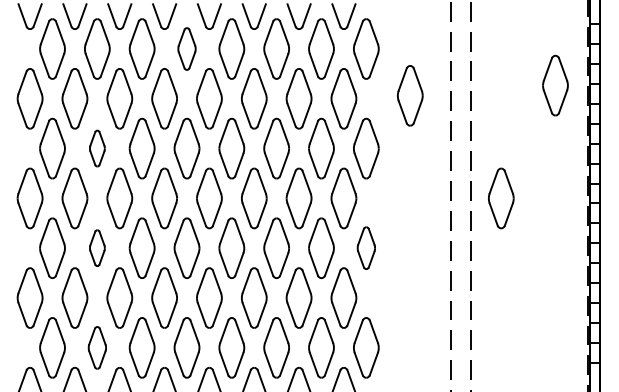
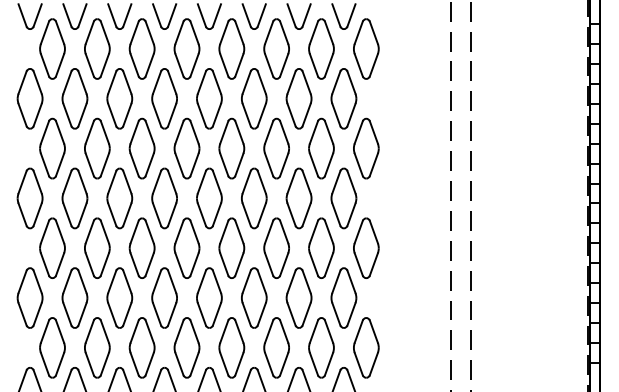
part at (186, 48) size: 20x44 px -> 28x62 px
part at (555, 85): present -> none
part at (410, 95): present -> none
part at (97, 148) size: 17x39 px -> 27x63 px
part at (501, 198): present -> none
part at (97, 247) size: 17x38 px -> 27x62 px
part at (365, 247) size: 20x44 px -> 27x62 px
part at (96, 347) size: 20x44 px -> 27x62 px
